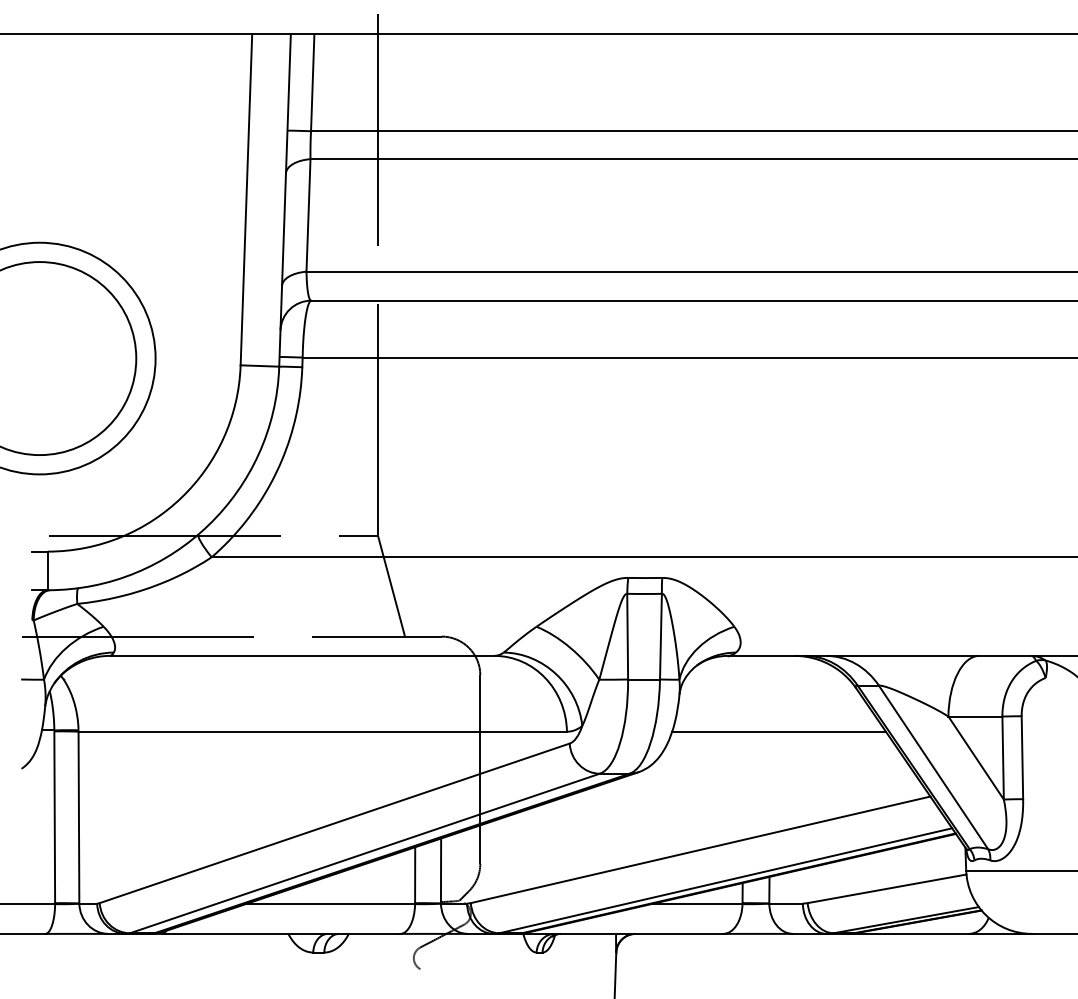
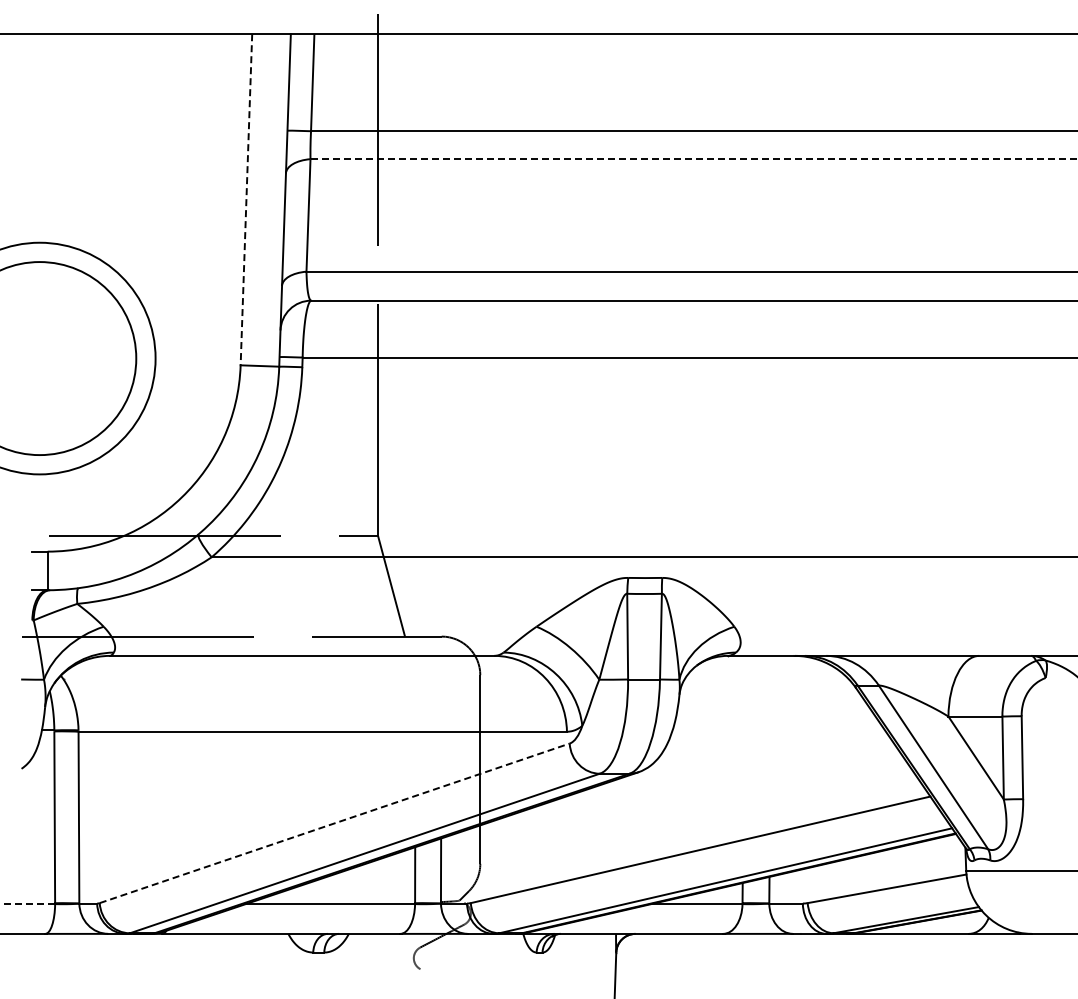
line at (694, 159): solid -> dashed
line at (246, 199): solid -> dashed
line at (778, 731): present -> none
line at (335, 823): solid -> dashed
line at (27, 904): solid -> dashed
